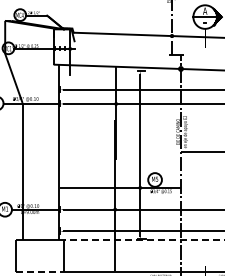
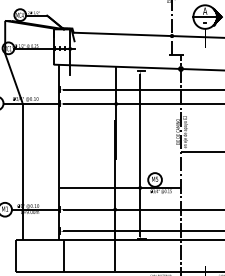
line at (142, 240): dashed -> solid
line at (40, 271): dashed -> solid
